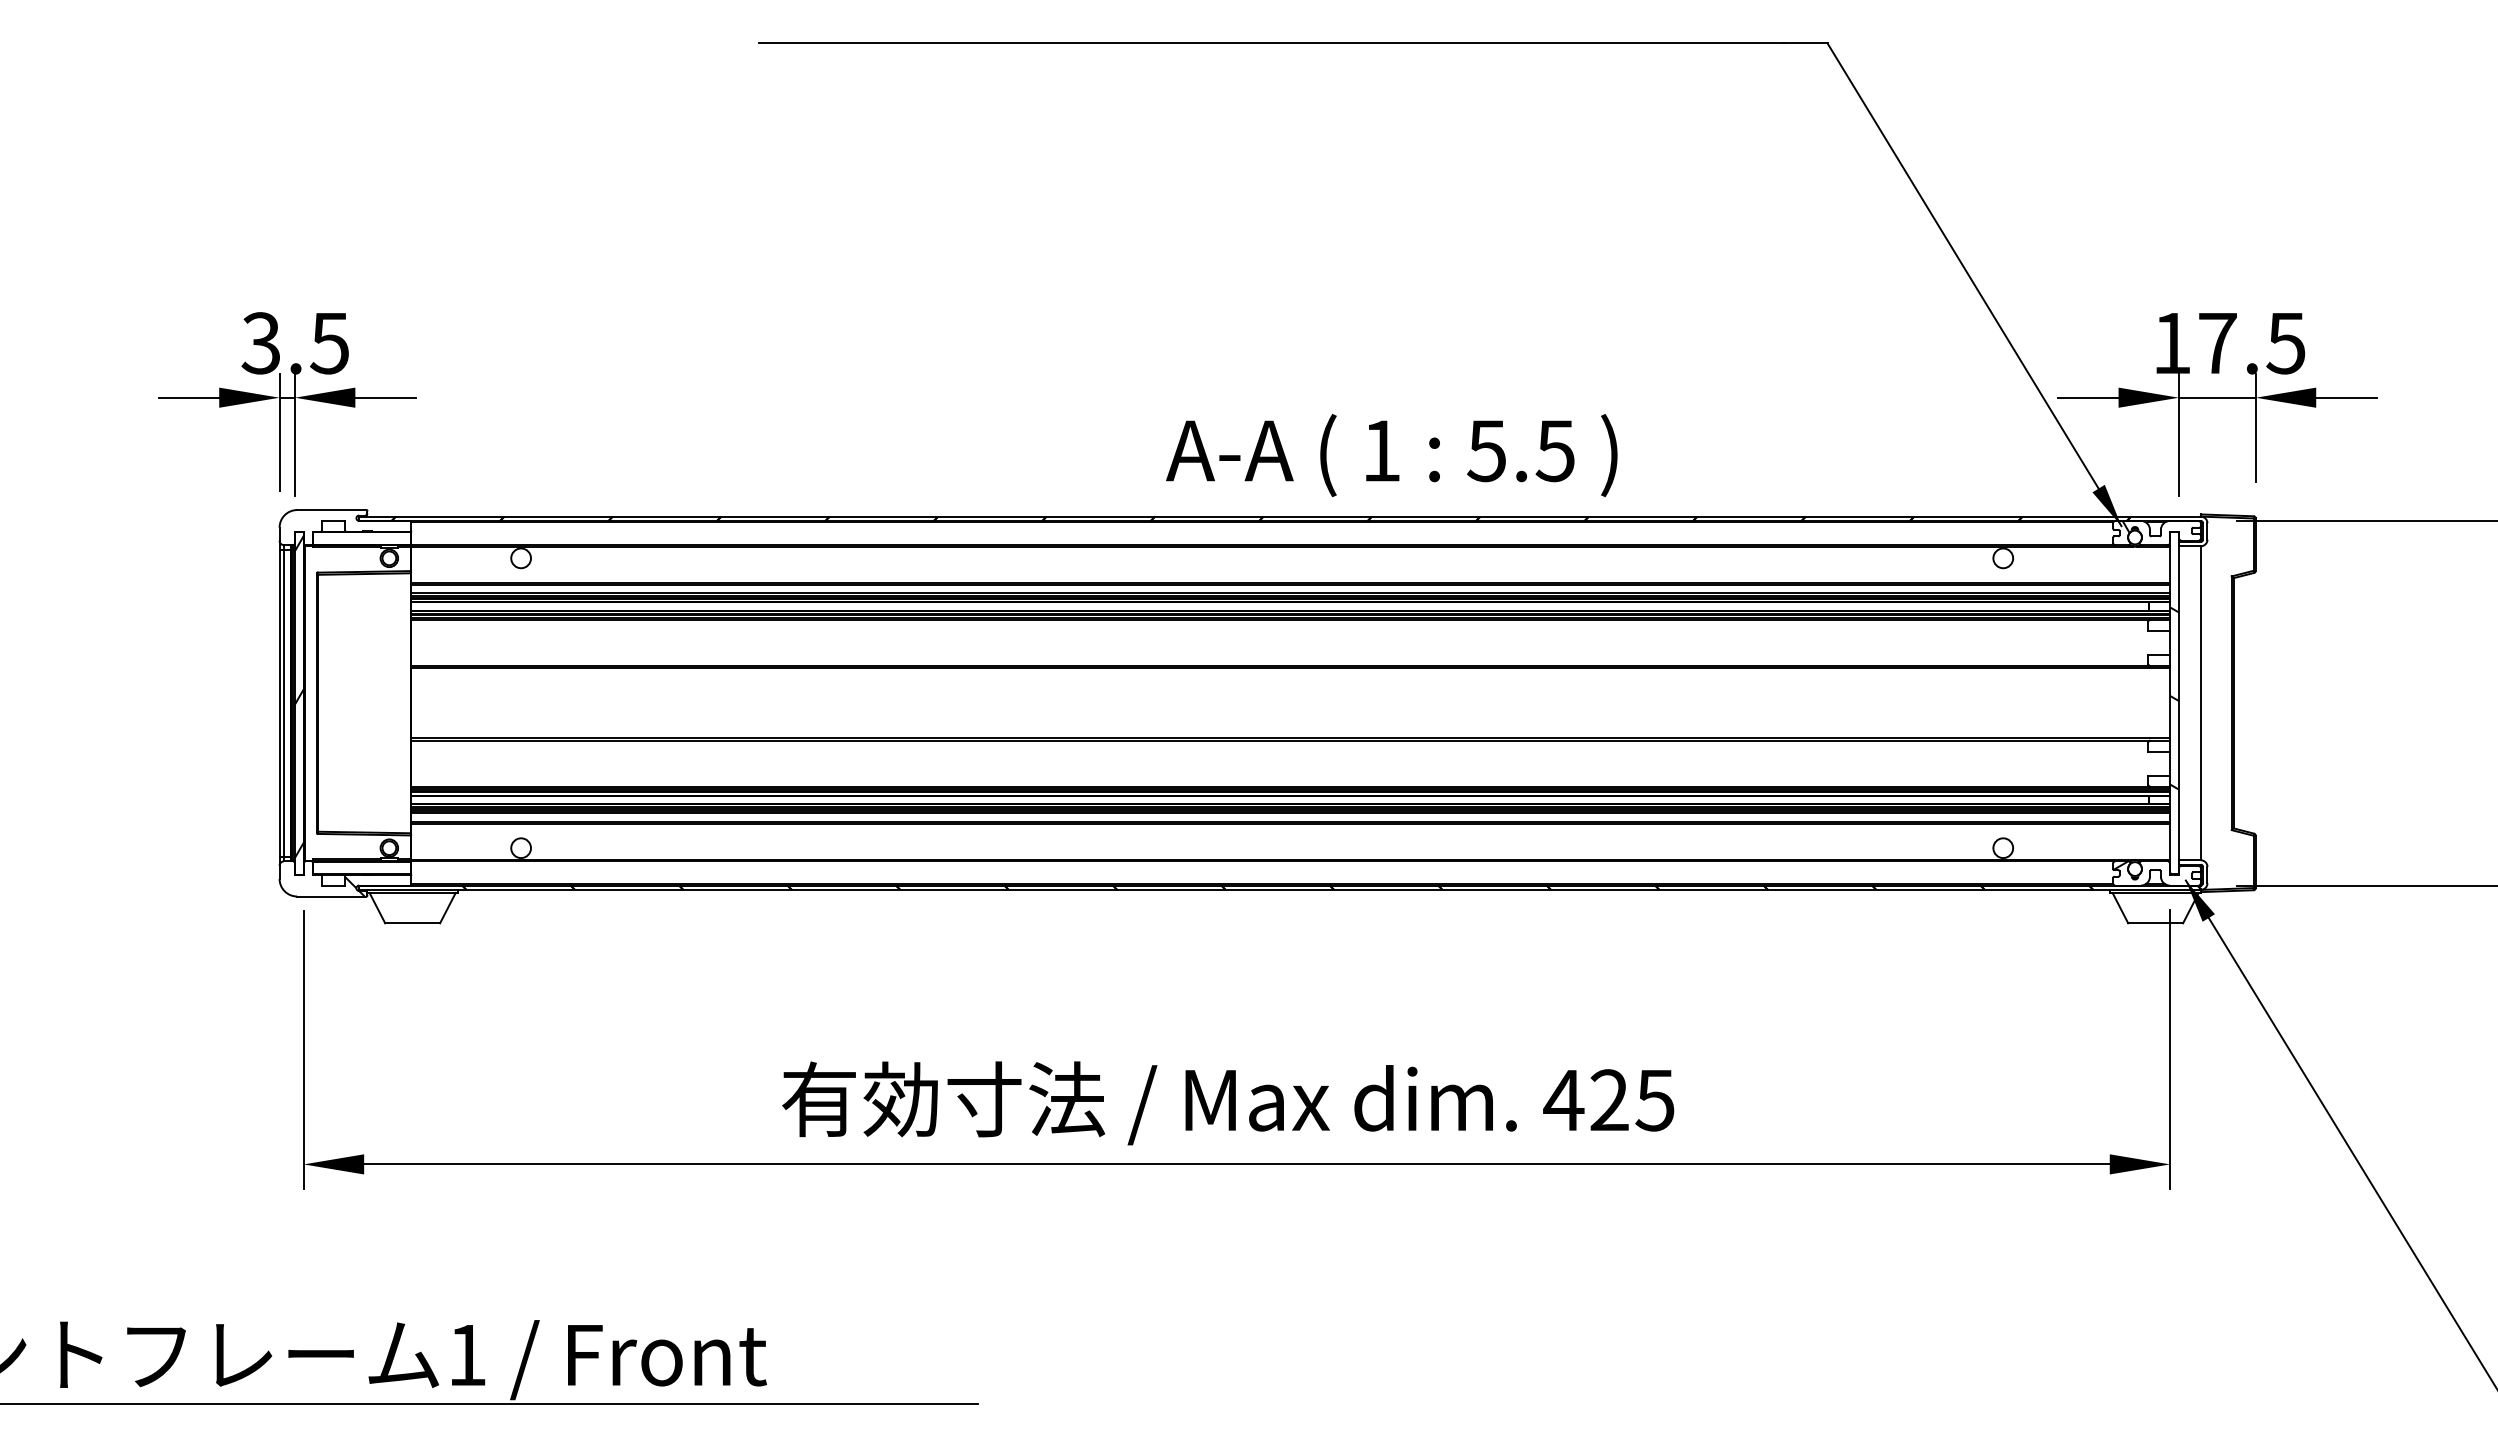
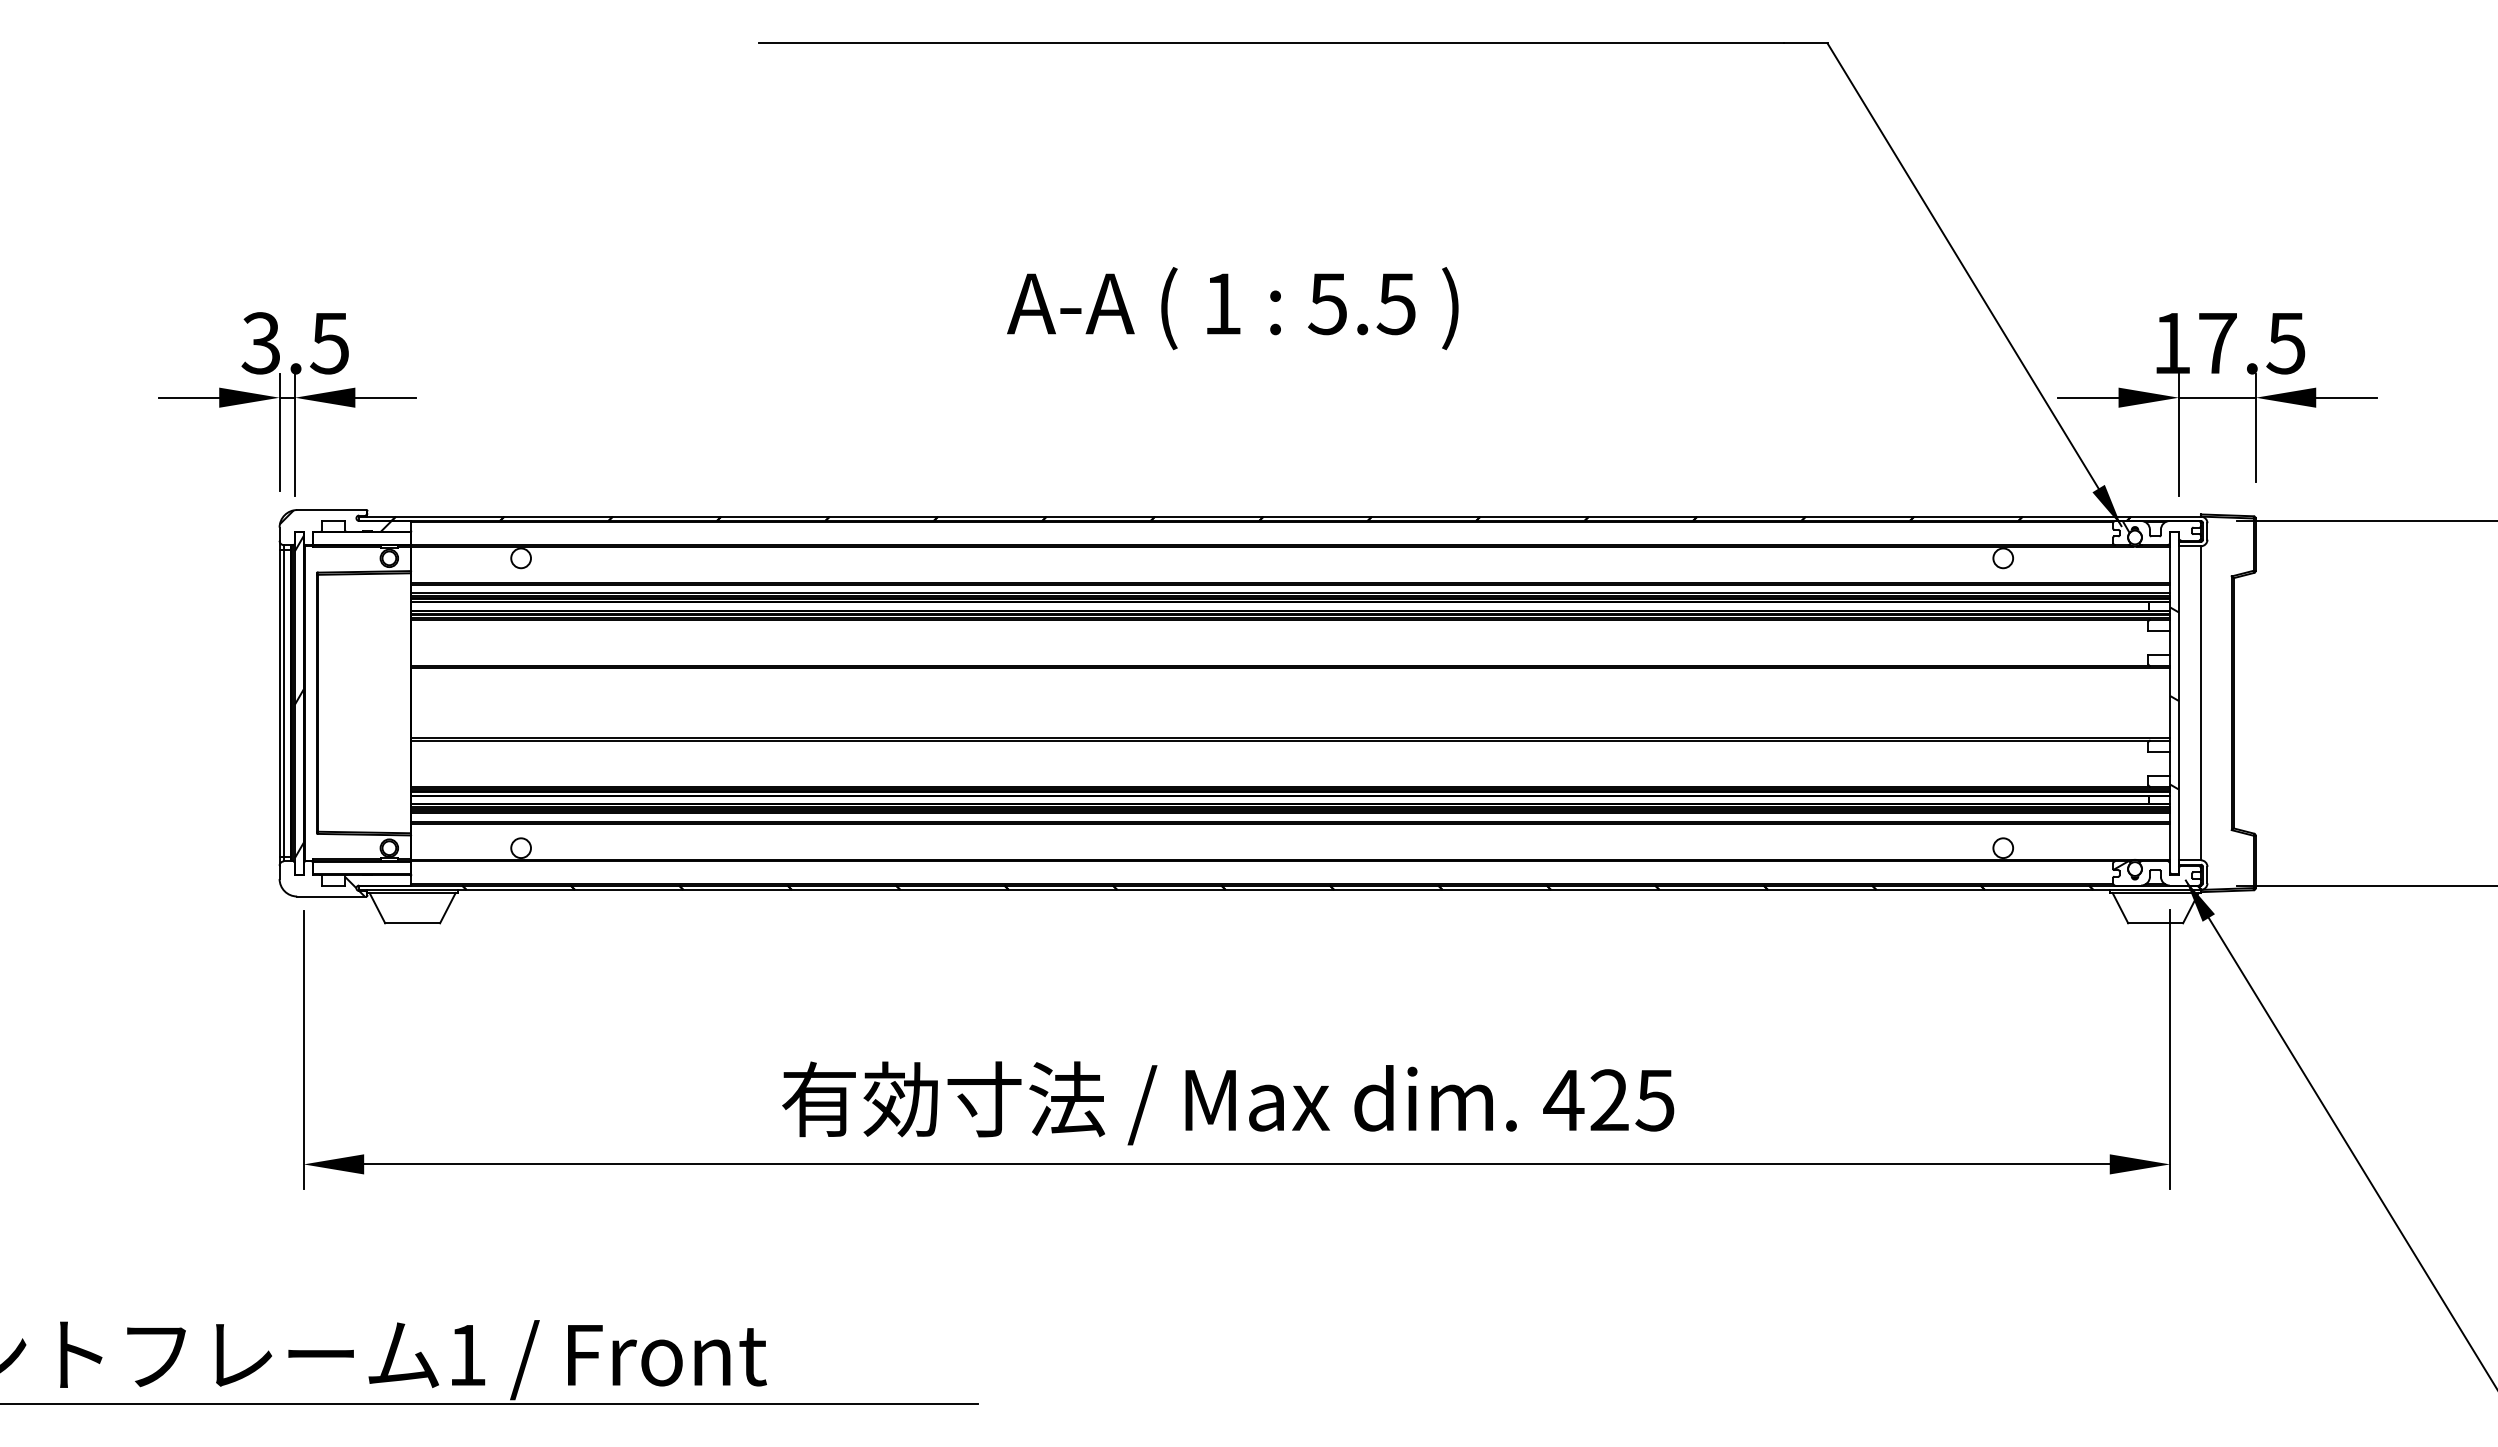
text at (1391, 455) position: (1391, 455) -> (1232, 308)
hatch at (335, 521): none -> present
